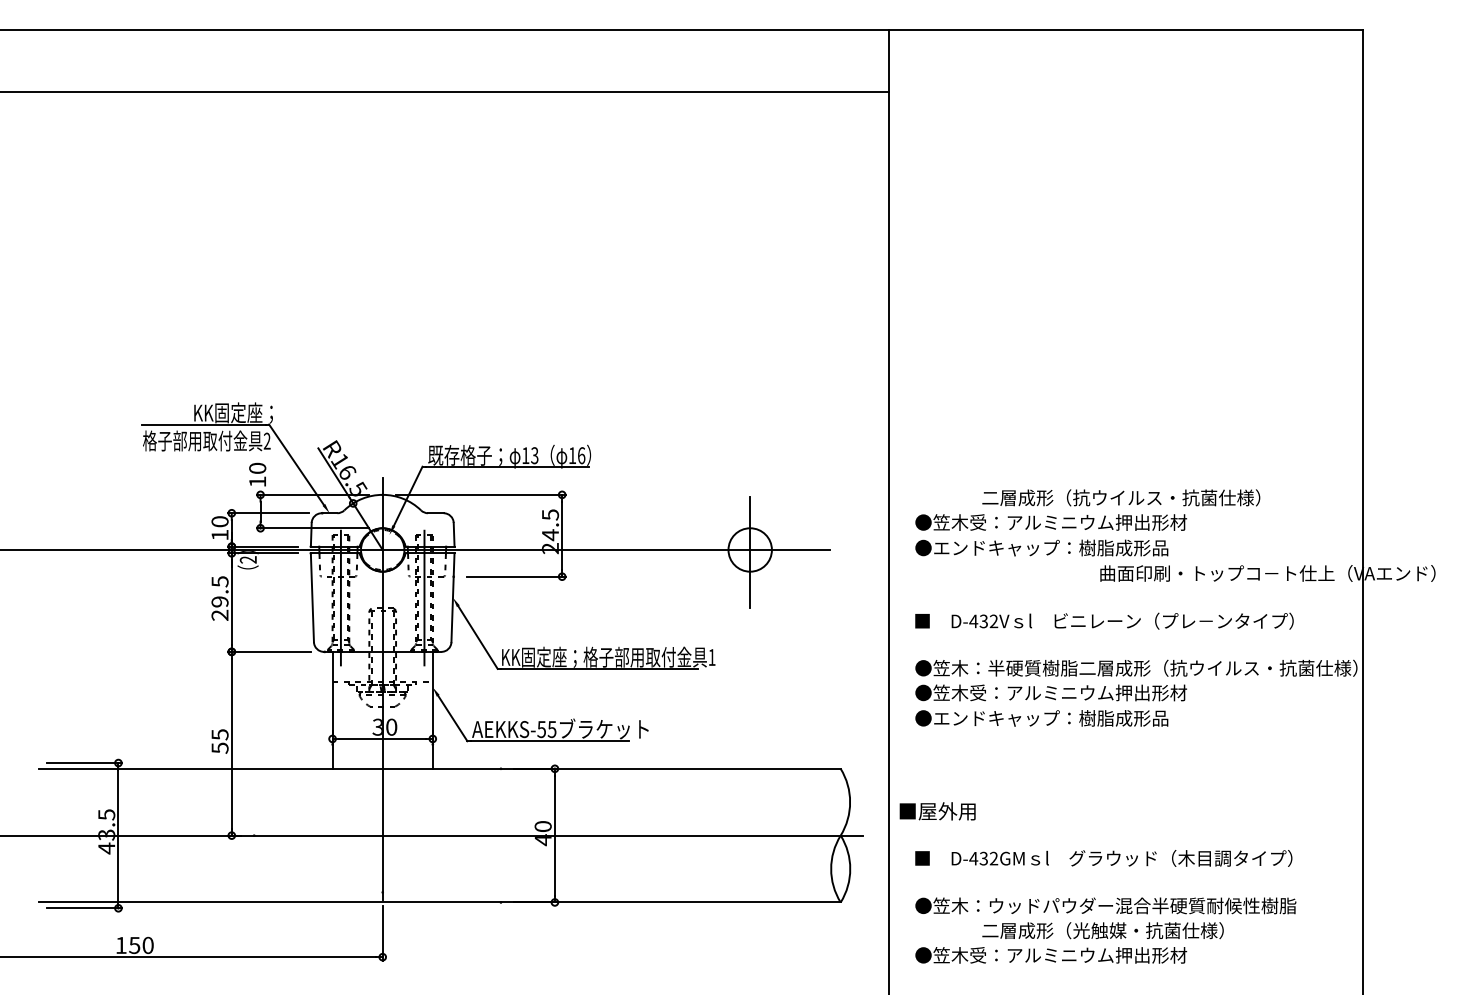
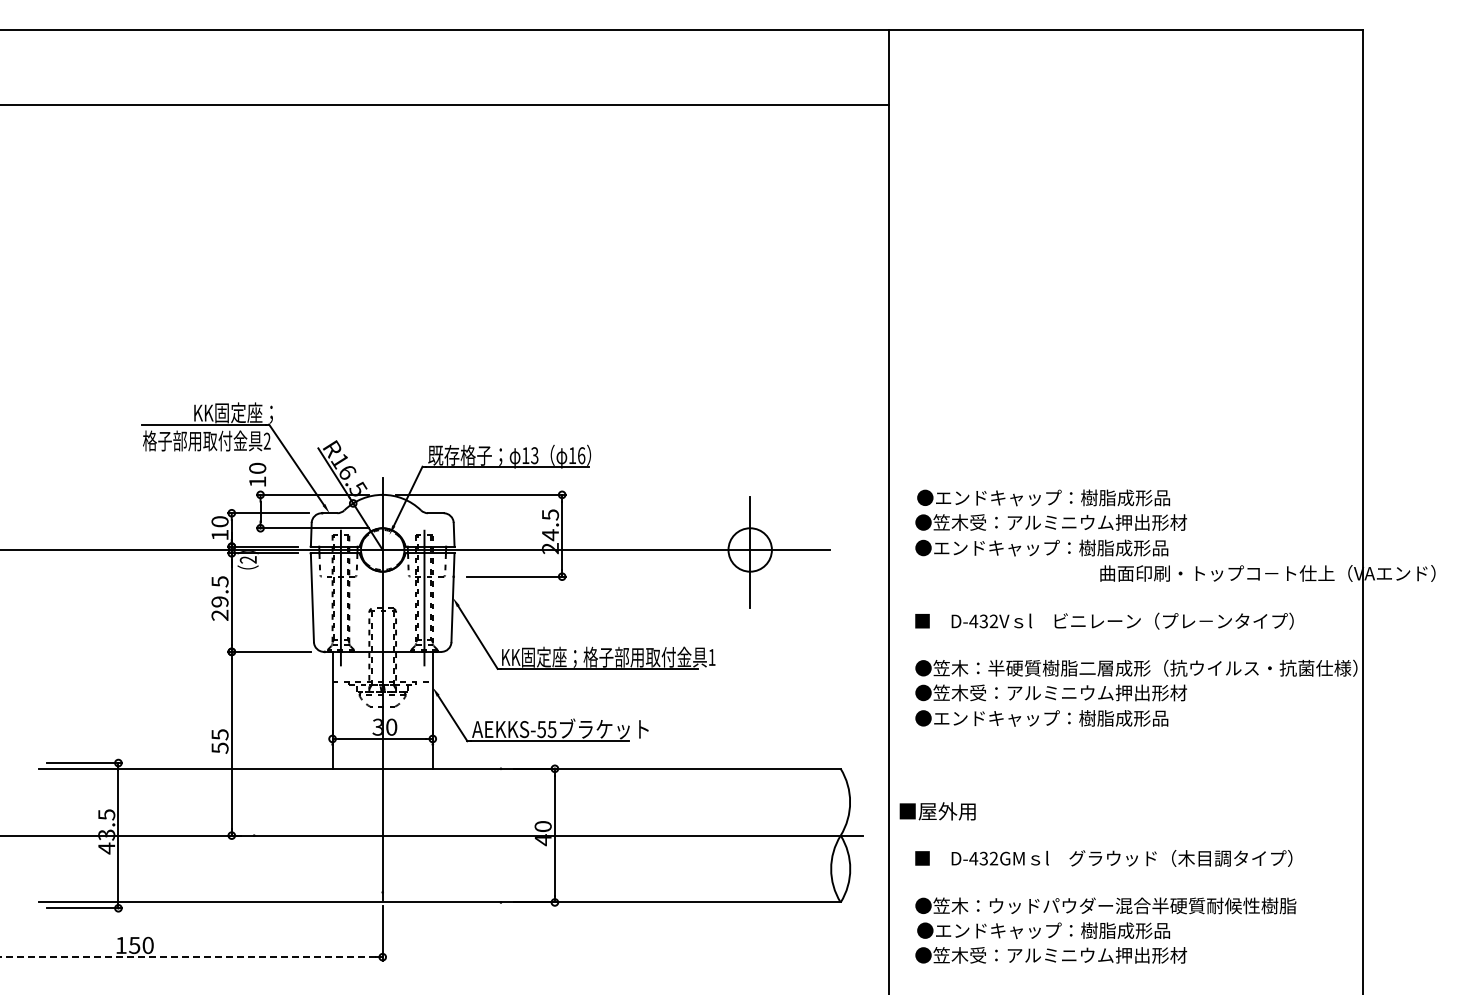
line at (445, 91) position: (445, 91) -> (445, 104)
text at (1088, 497): 二層成形（抗ウイルス・抗菌仕様） -> ●エンドキャップ：樹脂成形品
text at (1070, 930): 二層成形（光触媒・抗菌仕様） -> ●エンドキャップ：樹脂成形品
line at (188, 957): solid -> dashed
